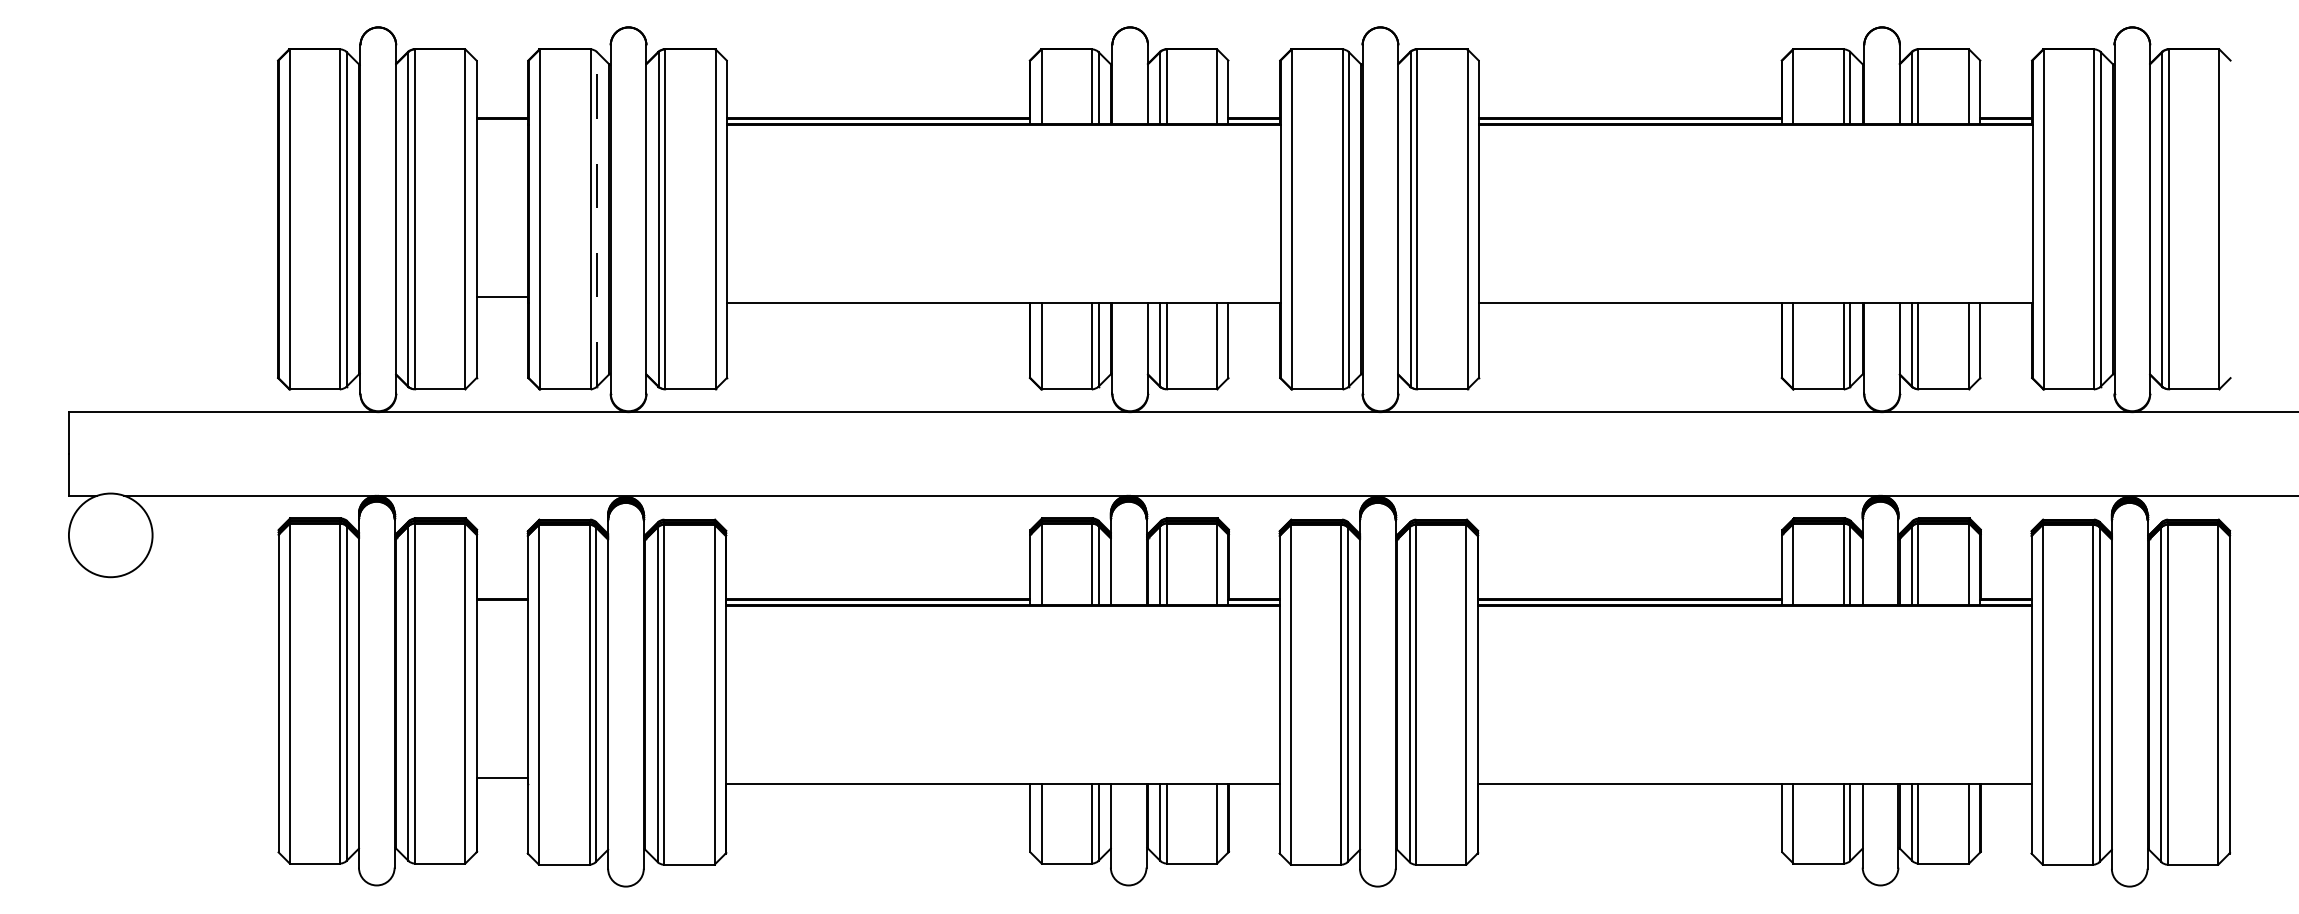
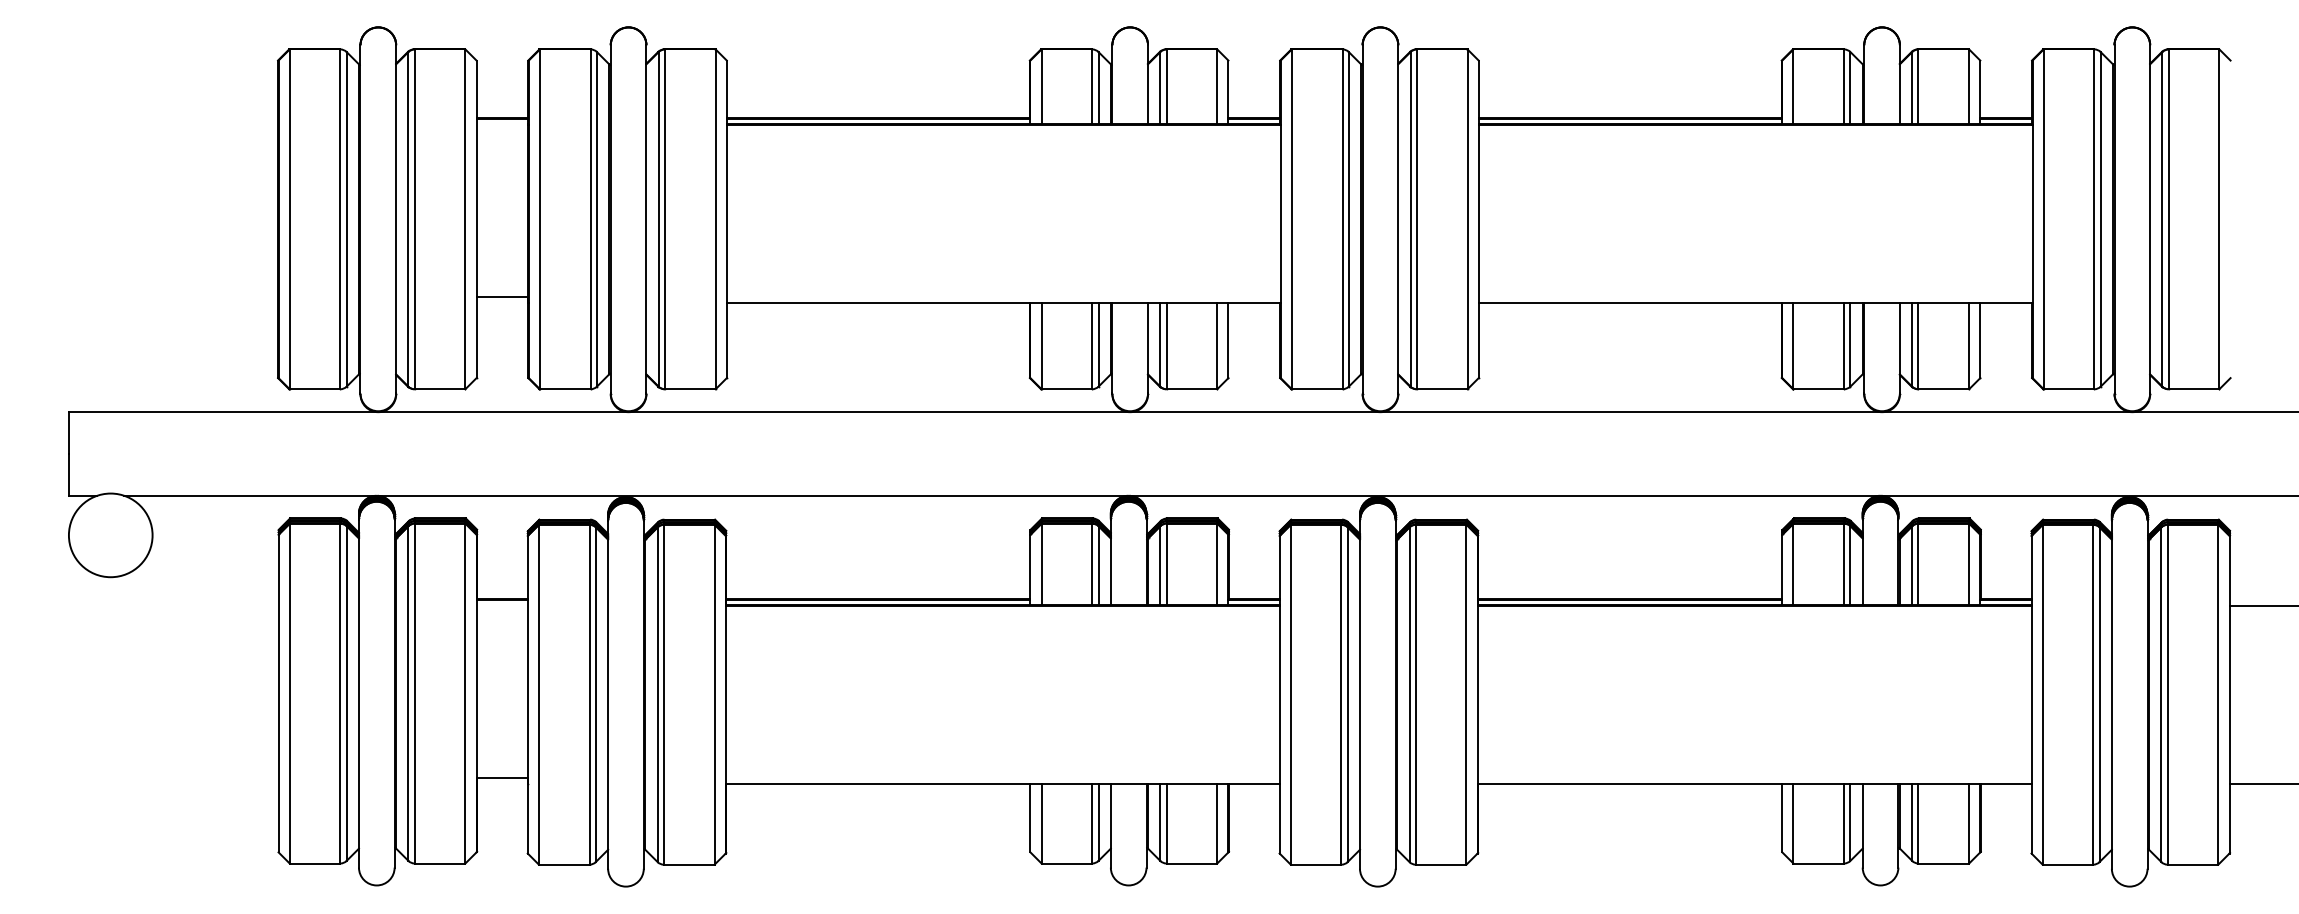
line at (596, 218): dashed -> solid
line at (2262, 605): none -> present
line at (2262, 783): none -> present
